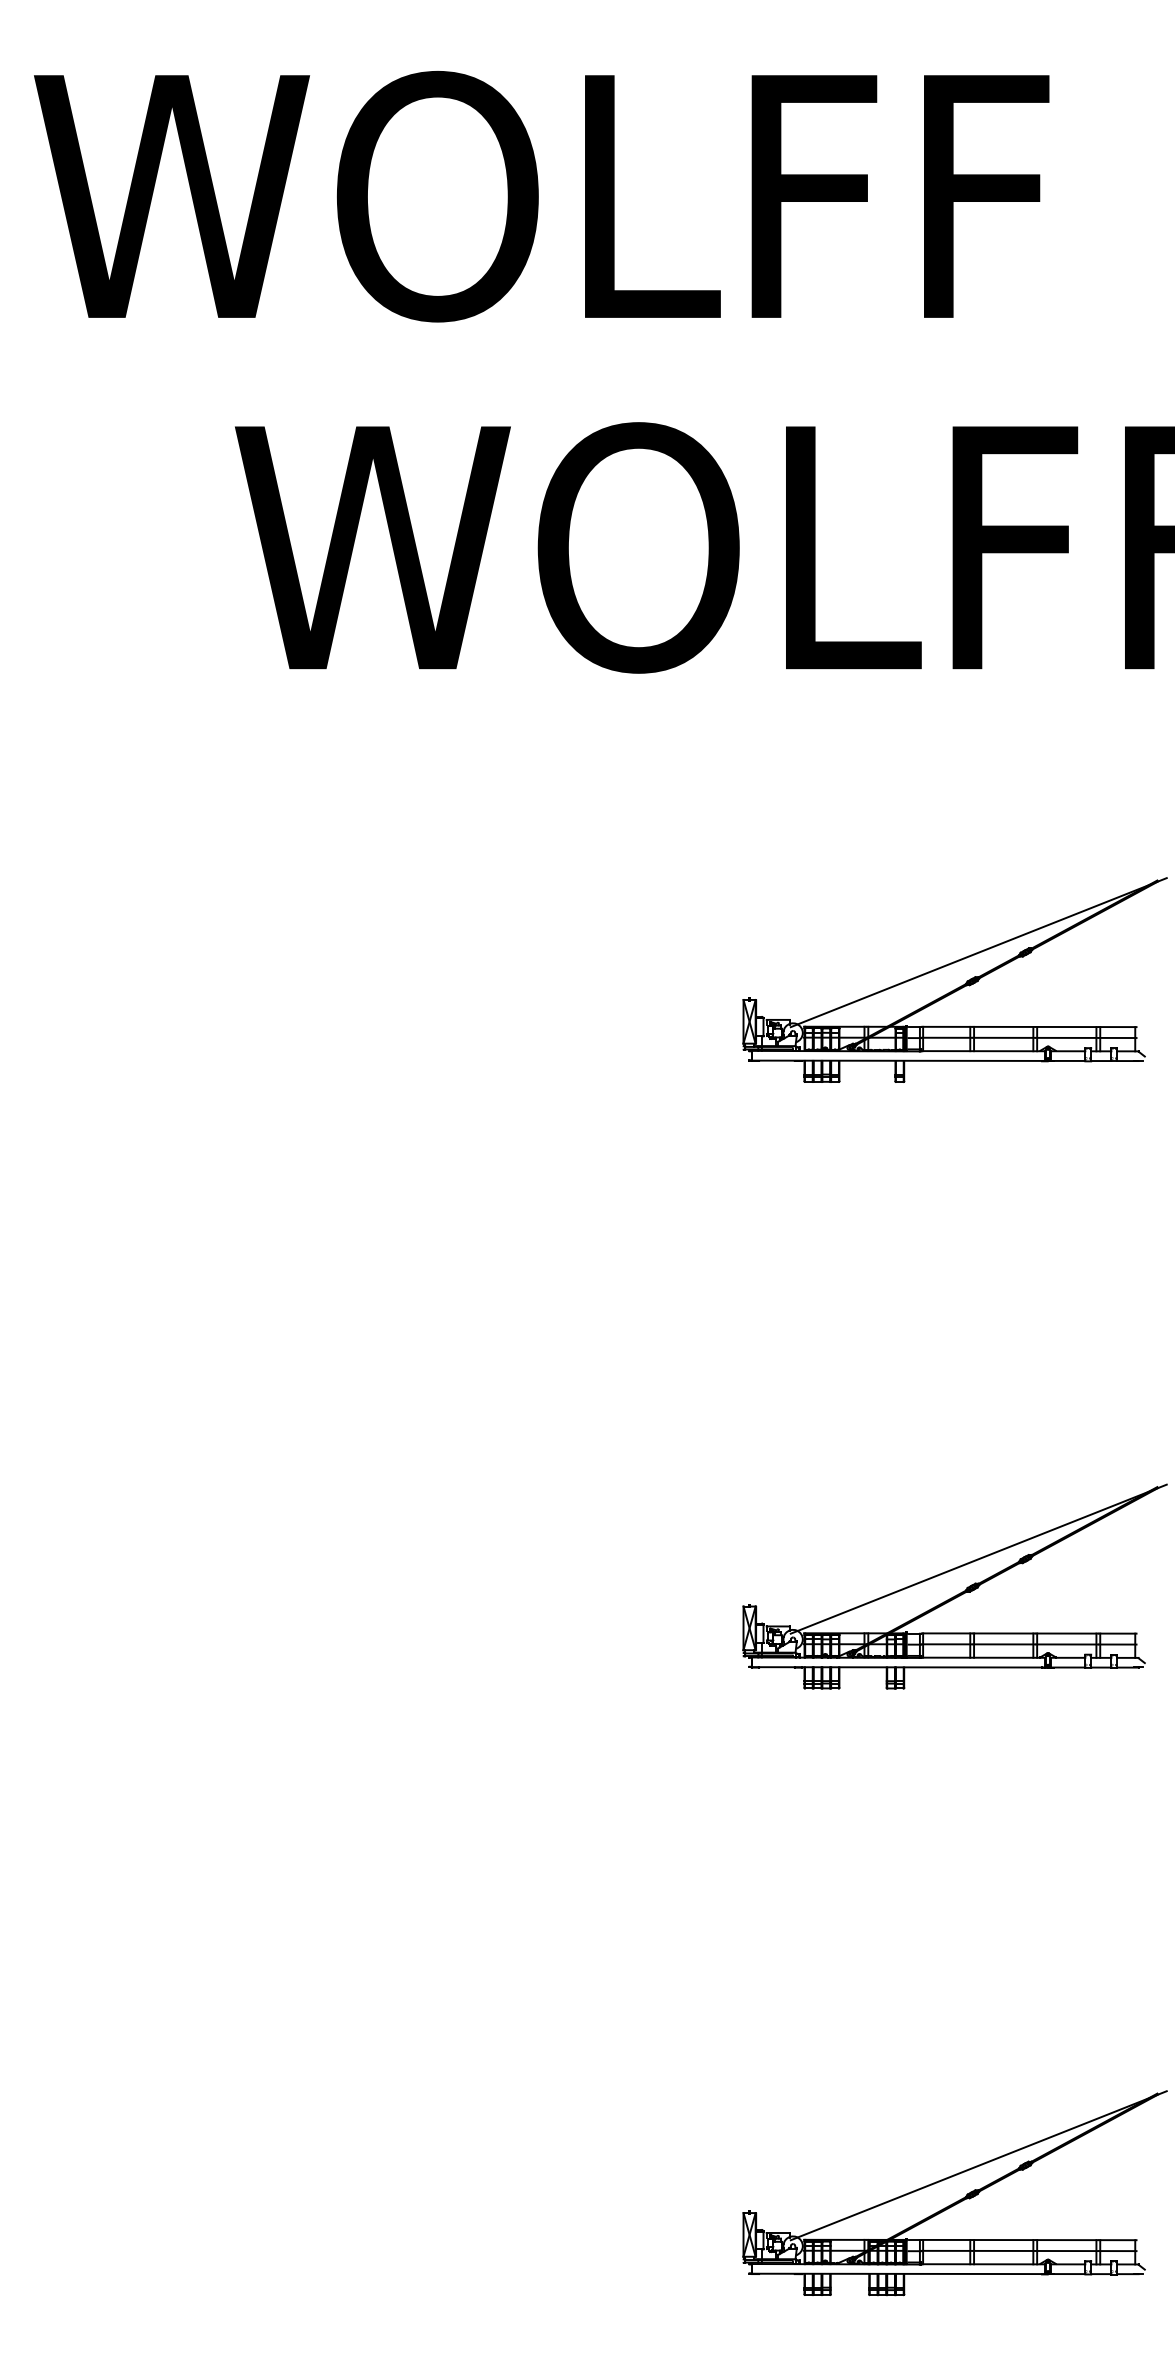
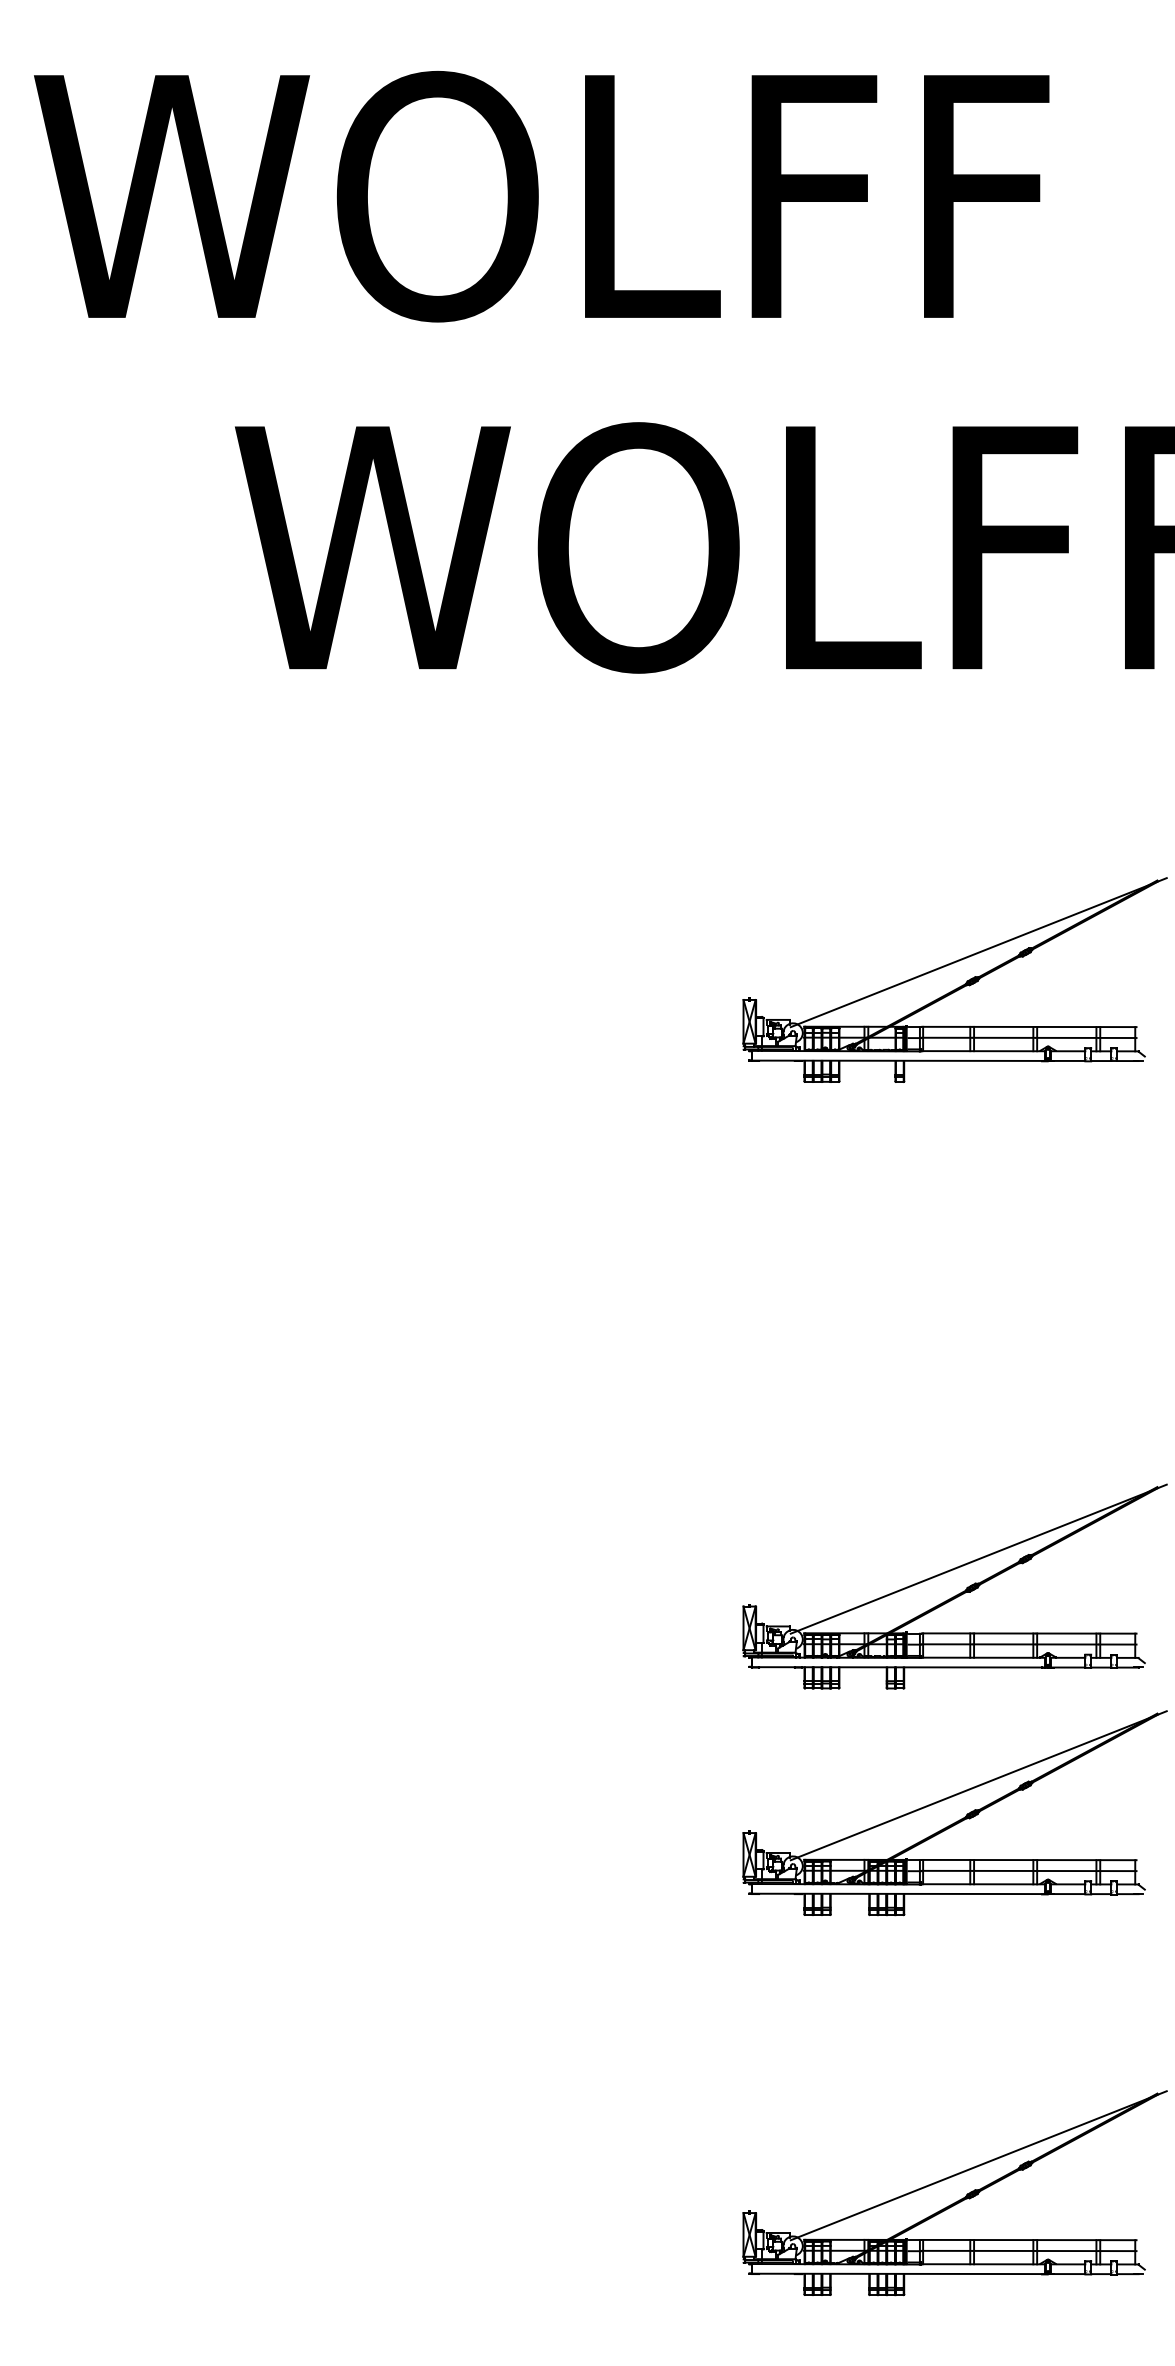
part at (954, 1813): none -> present
